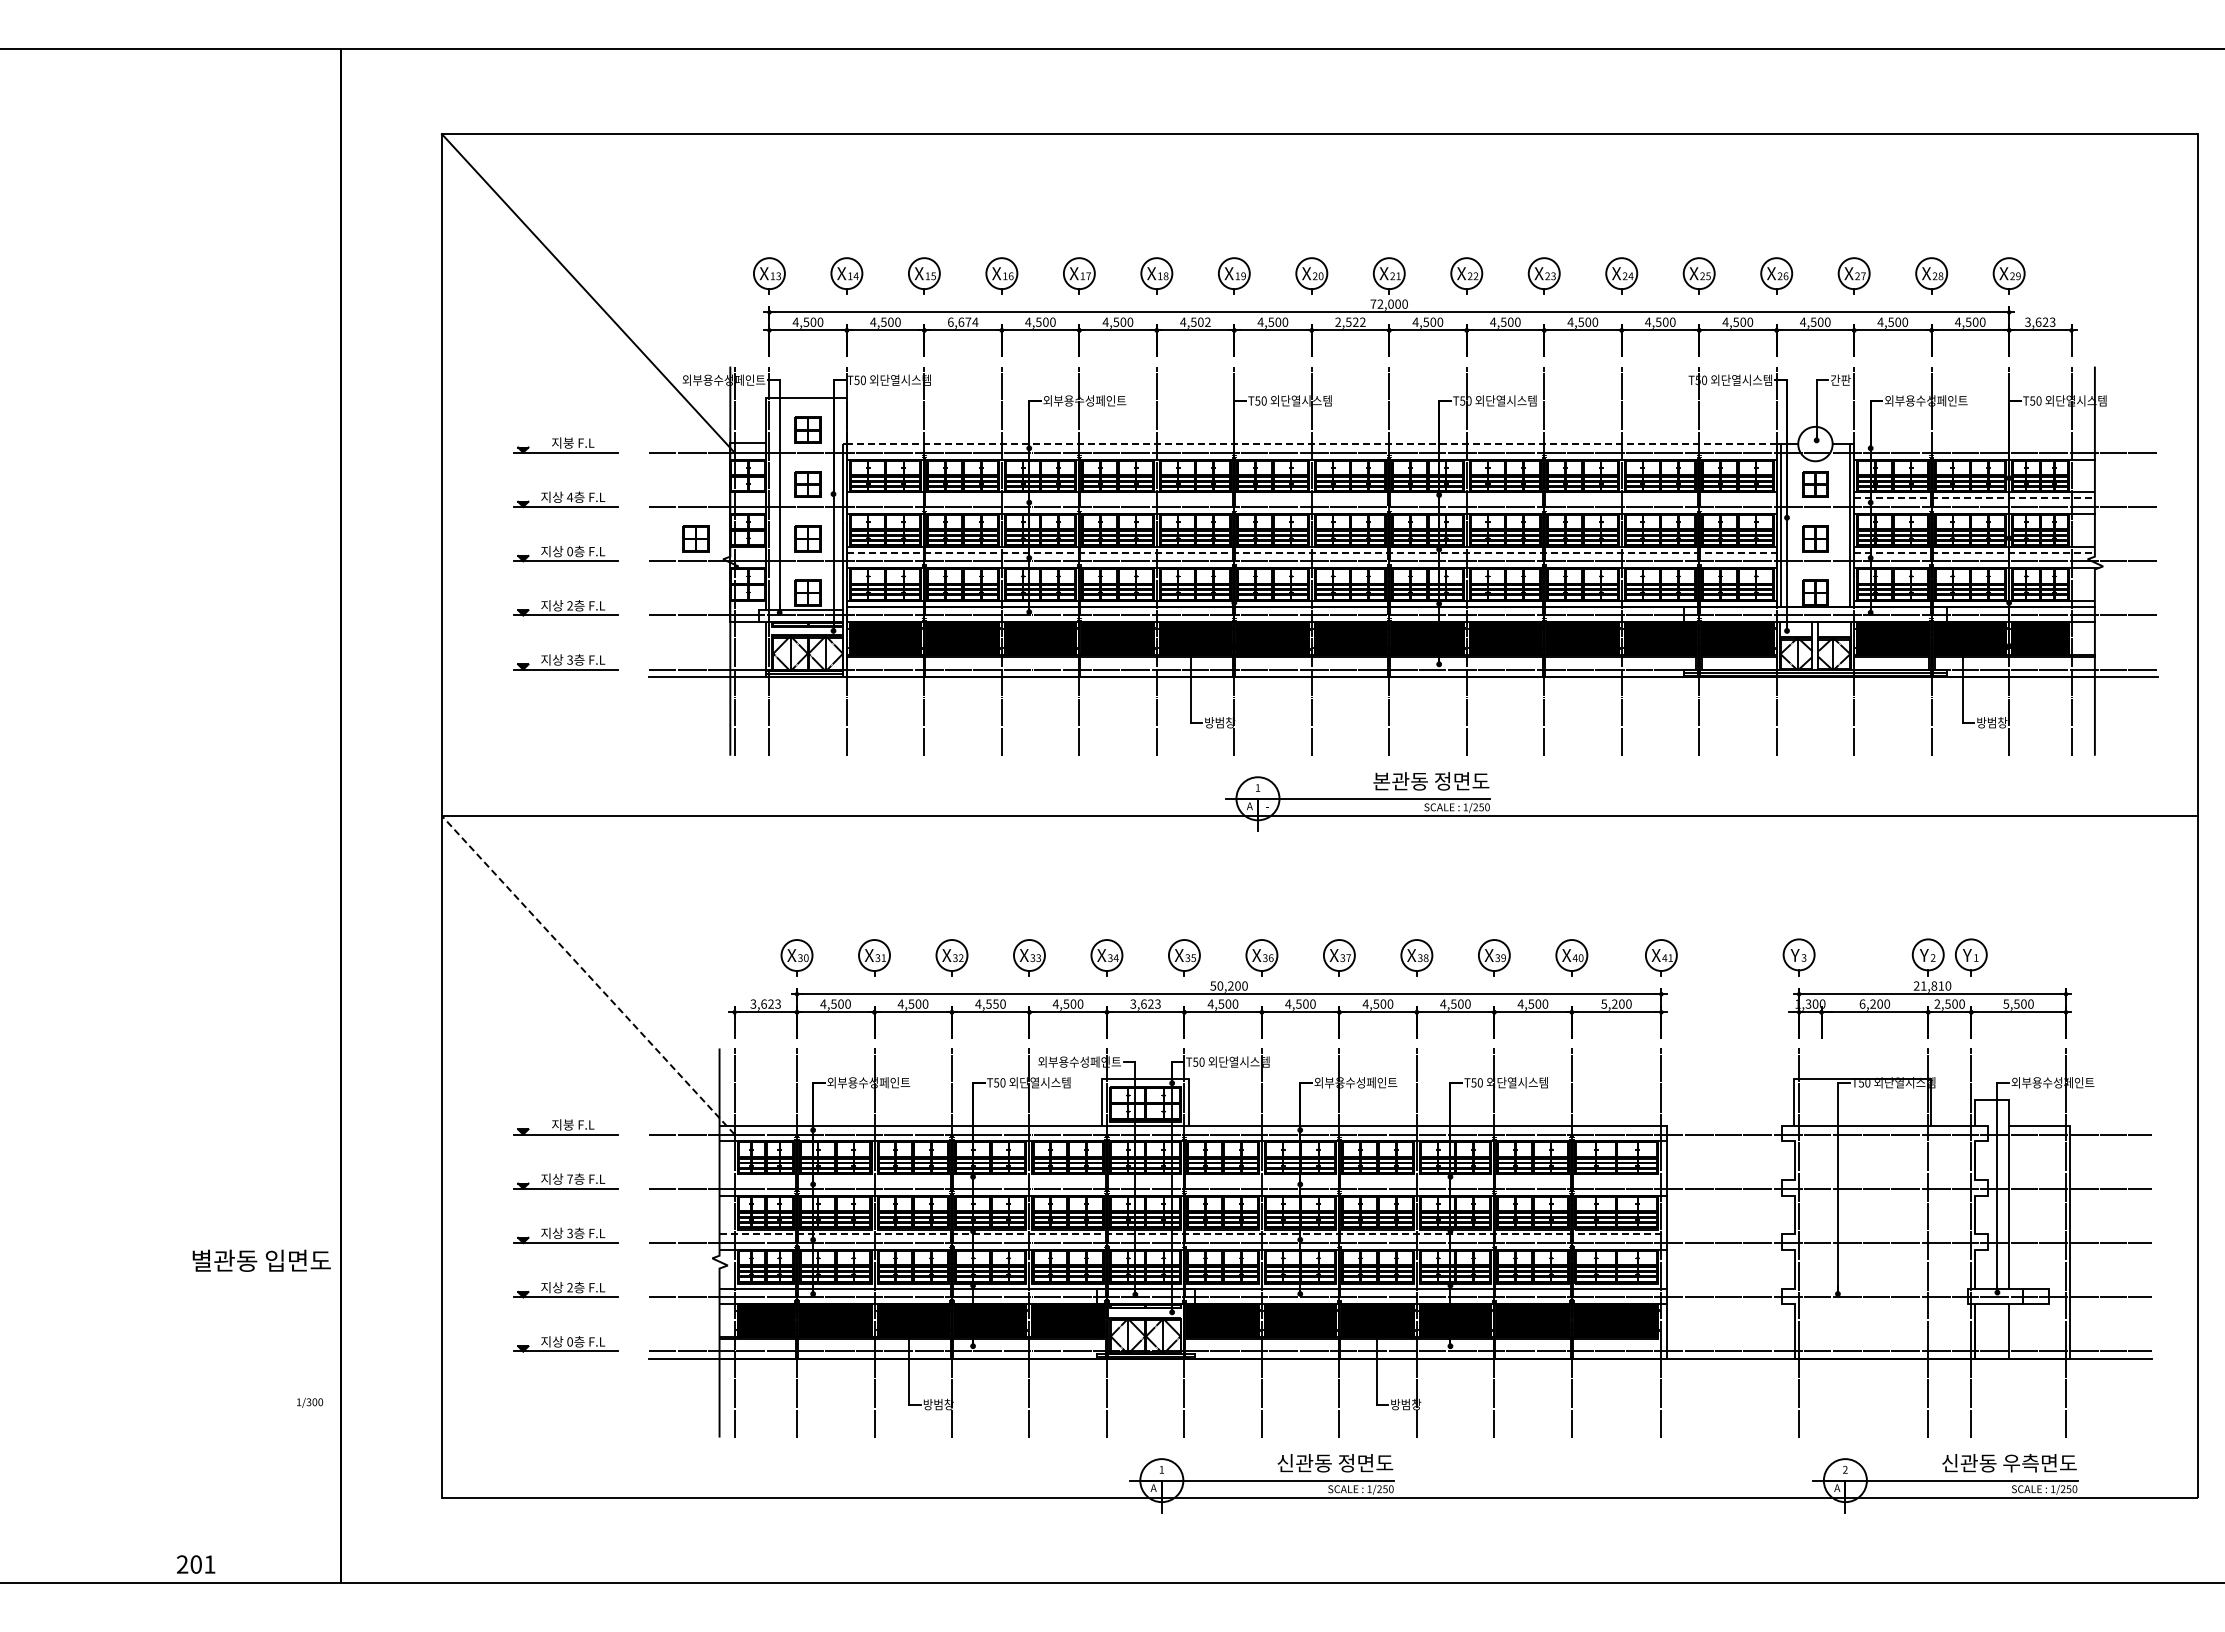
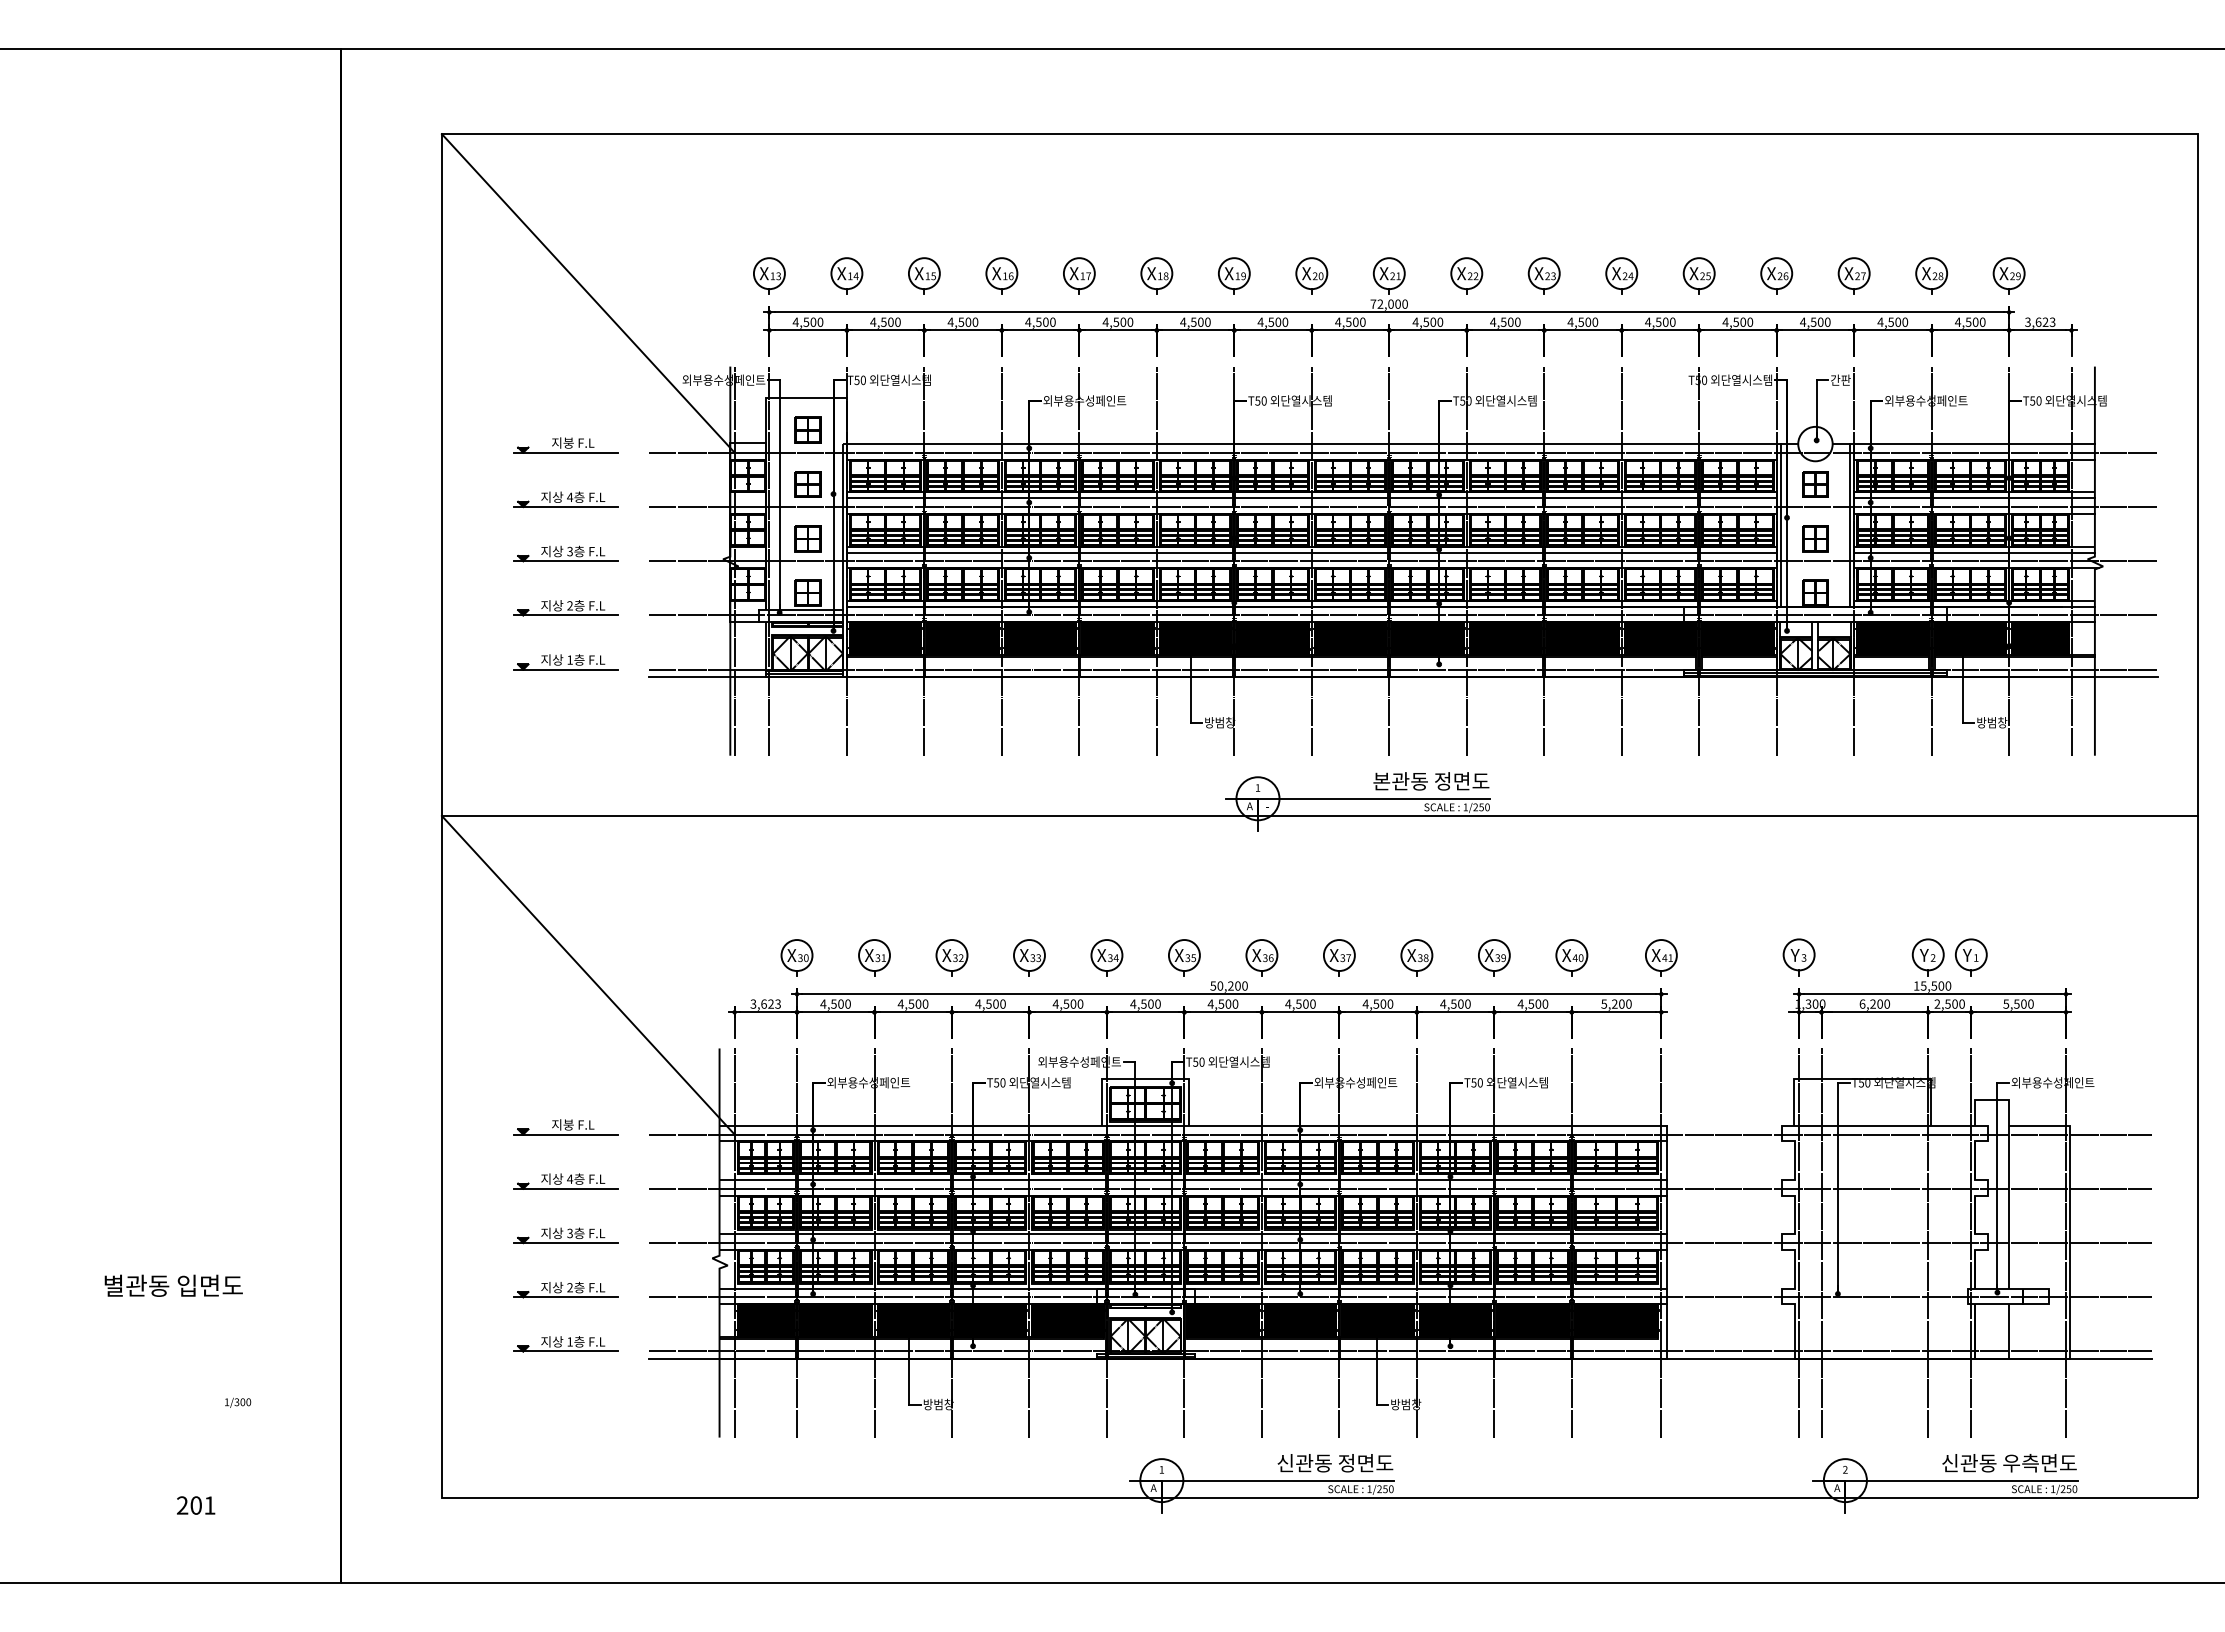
text at (962, 321): 6,674 -> 4,500
text at (1207, 321): 4,502 -> 4,500
text at (1350, 321): 2,522 -> 4,500
line at (1311, 444): dashed -> solid
line at (1974, 444): none -> present
line at (1311, 498): none -> present
line at (1975, 498): dashed -> solid
part at (695, 538): present -> none
text at (569, 551): 0 -> 3
line at (1311, 552): dashed -> solid
line at (1975, 552): dashed -> solid
text at (569, 659): 3 -> 1
line at (587, 974): dashed -> solid
text at (1928, 985): 21,810 -> 15,500
text at (995, 1003): 4,550 -> 4,500
text at (1145, 1003): 3,623 -> 4,500
text at (570, 1178): 7 -> 4
line at (1192, 1180): none -> present
line at (1193, 1234): dashed -> solid
line at (1821, 1242): none -> present
text at (261, 1260) position: (261, 1260) -> (173, 1285)
text at (569, 1341): 0 -> 1
text at (310, 1402) position: (310, 1402) -> (238, 1402)
text at (196, 1564) position: (196, 1564) -> (196, 1505)
